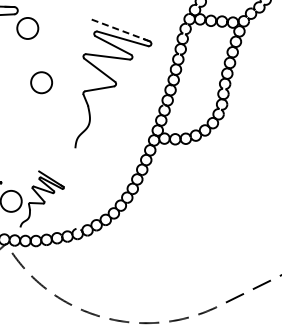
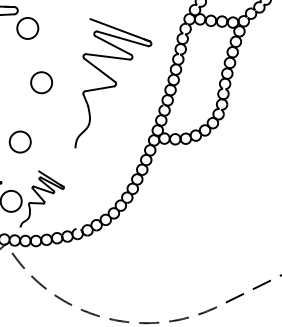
line at (120, 30): dashed -> solid
circle at (19, 141): none -> present
